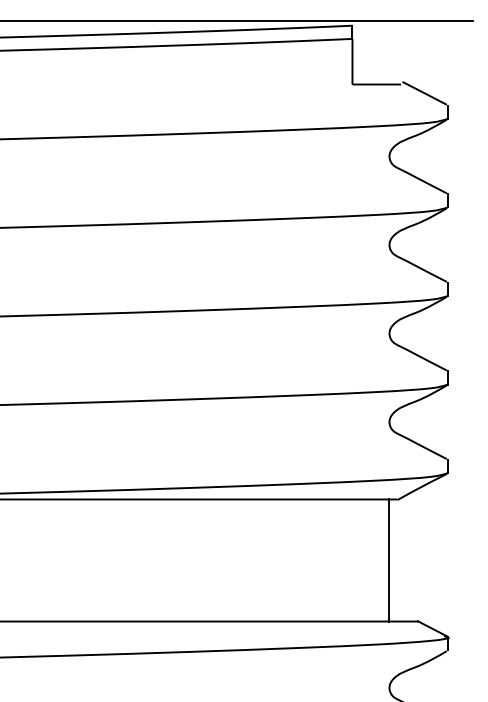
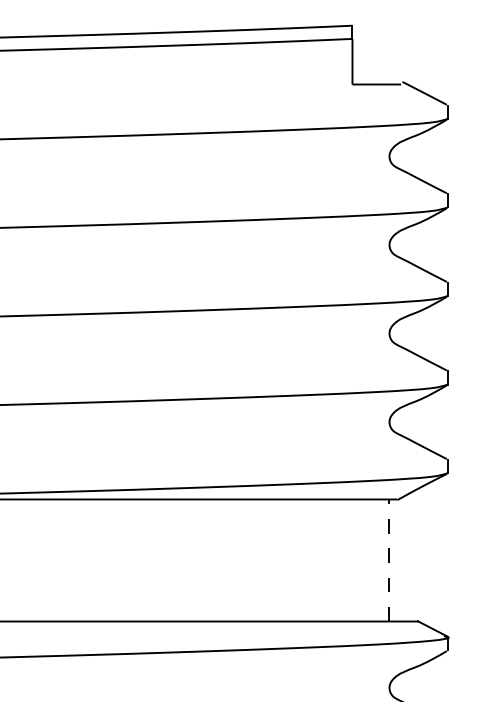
line at (237, 21): present -> none
line at (389, 560): solid -> dashed
